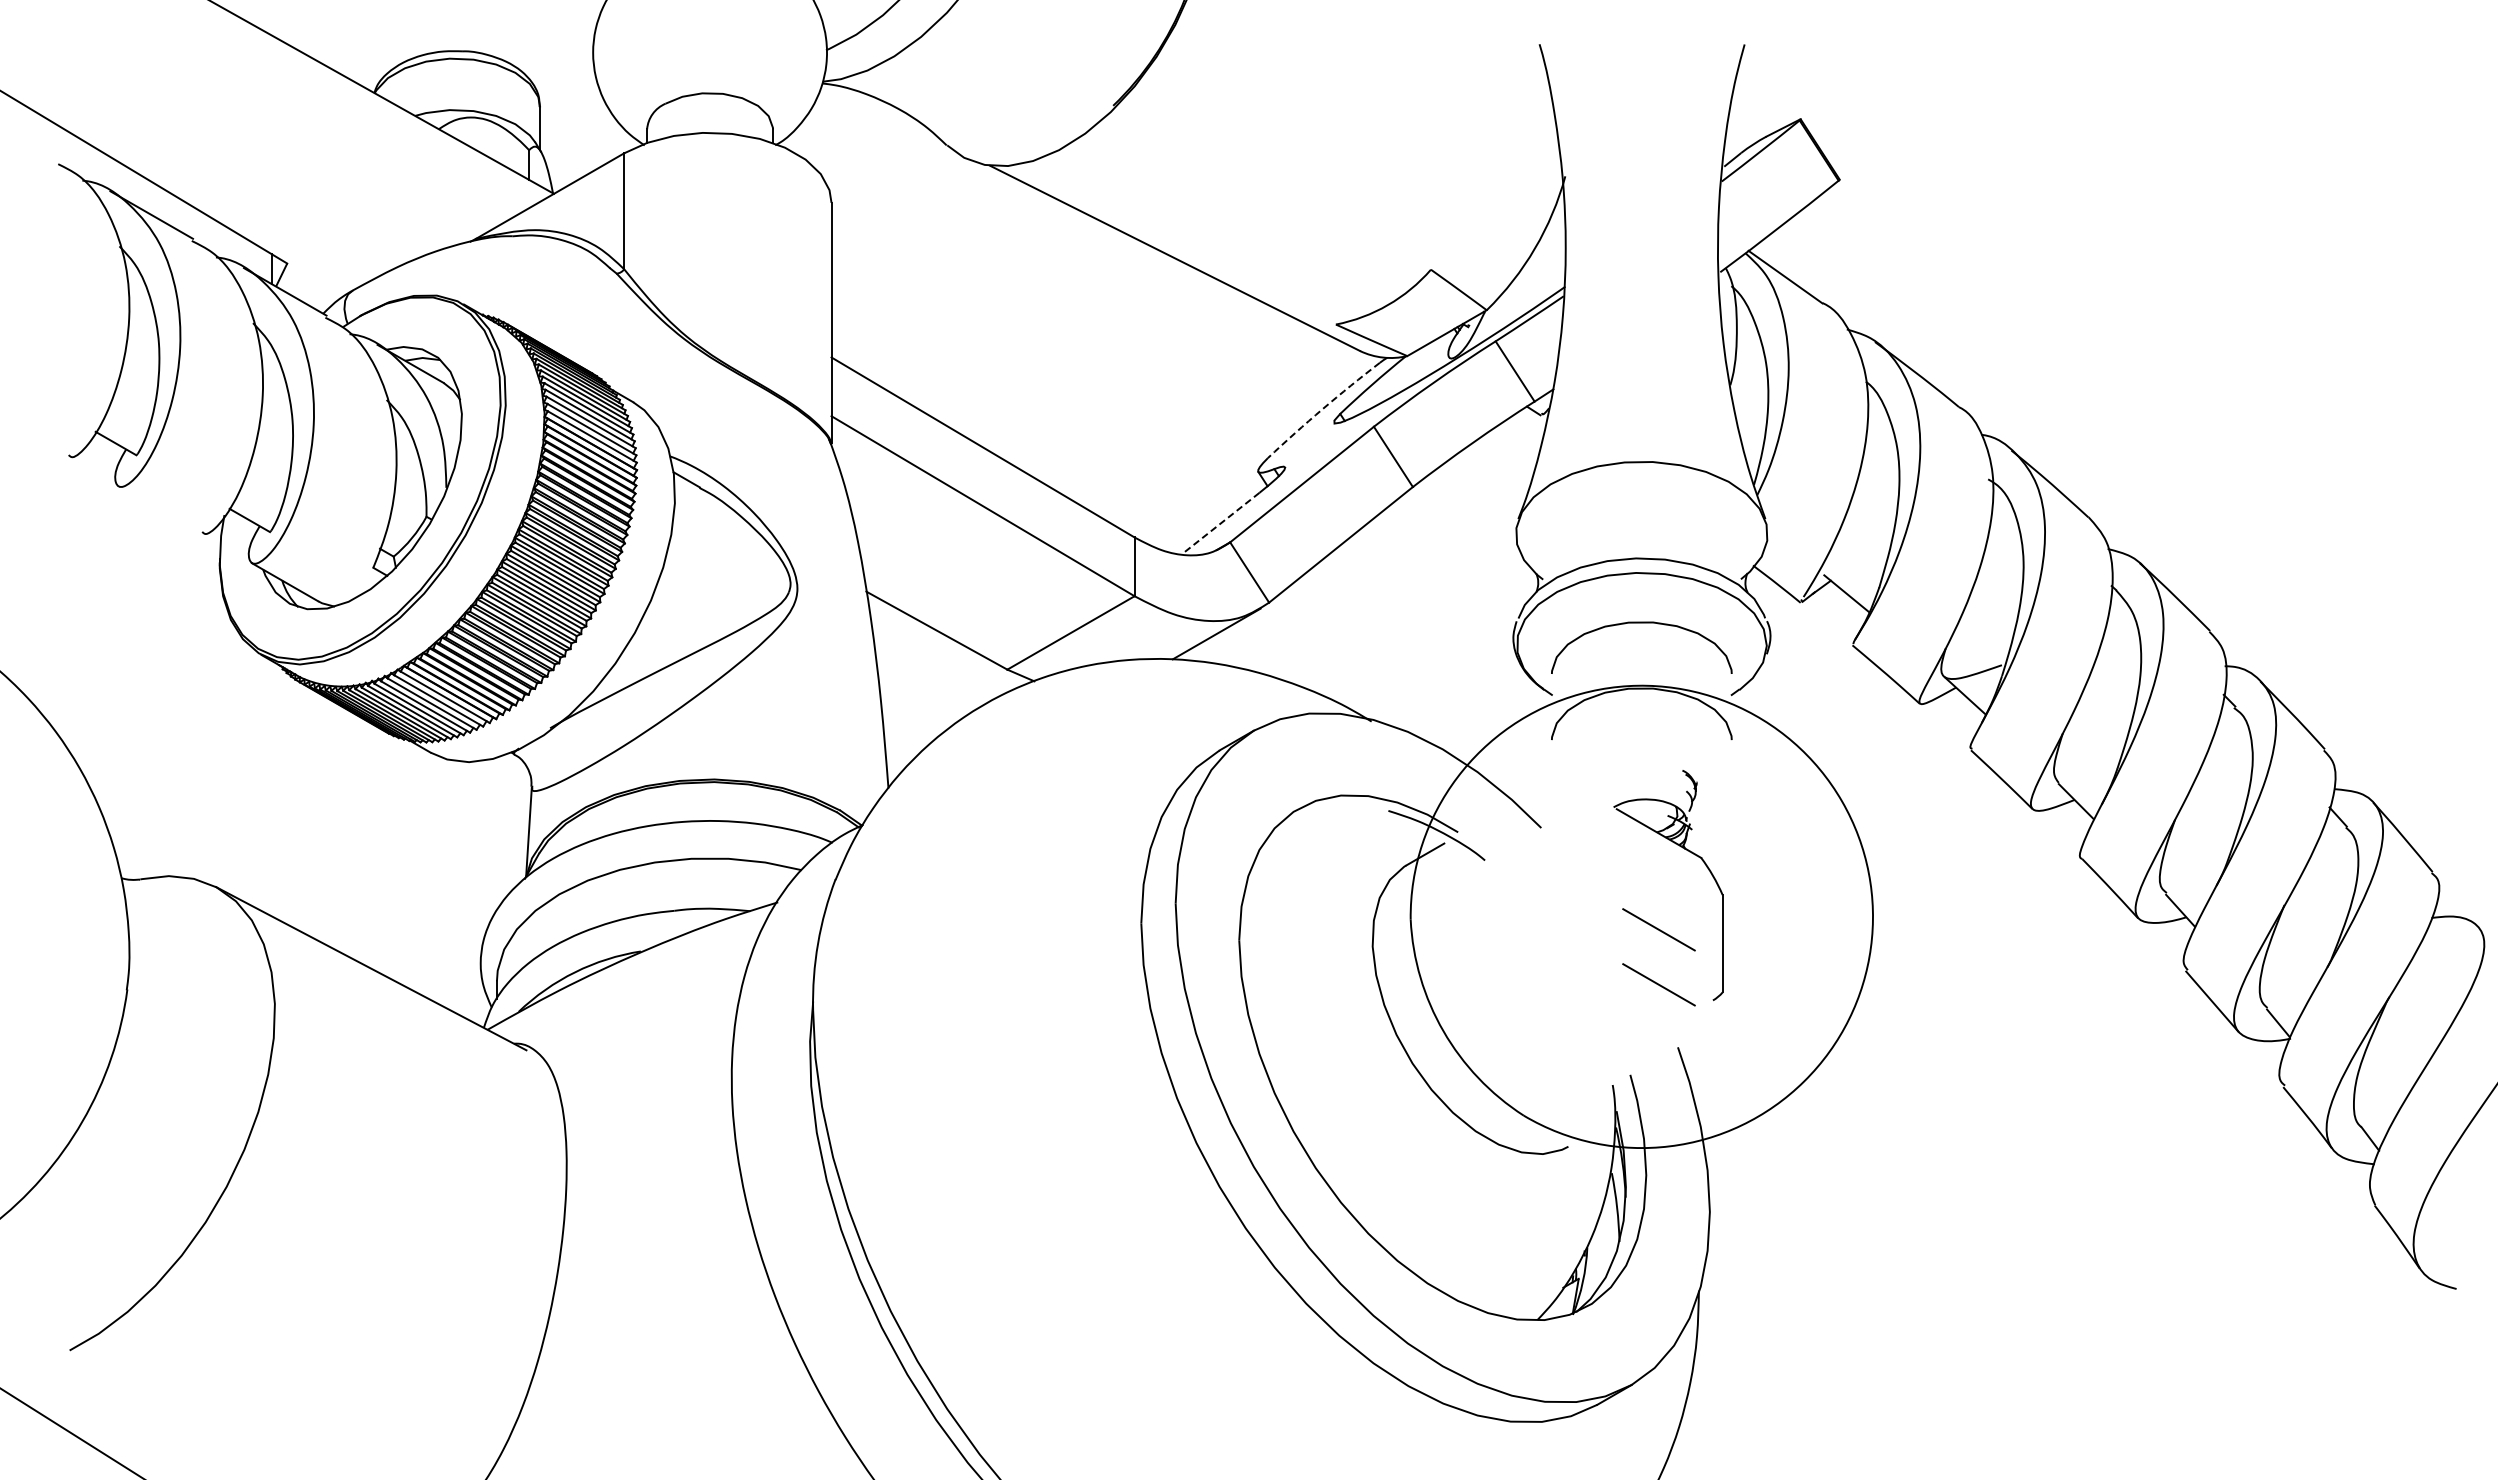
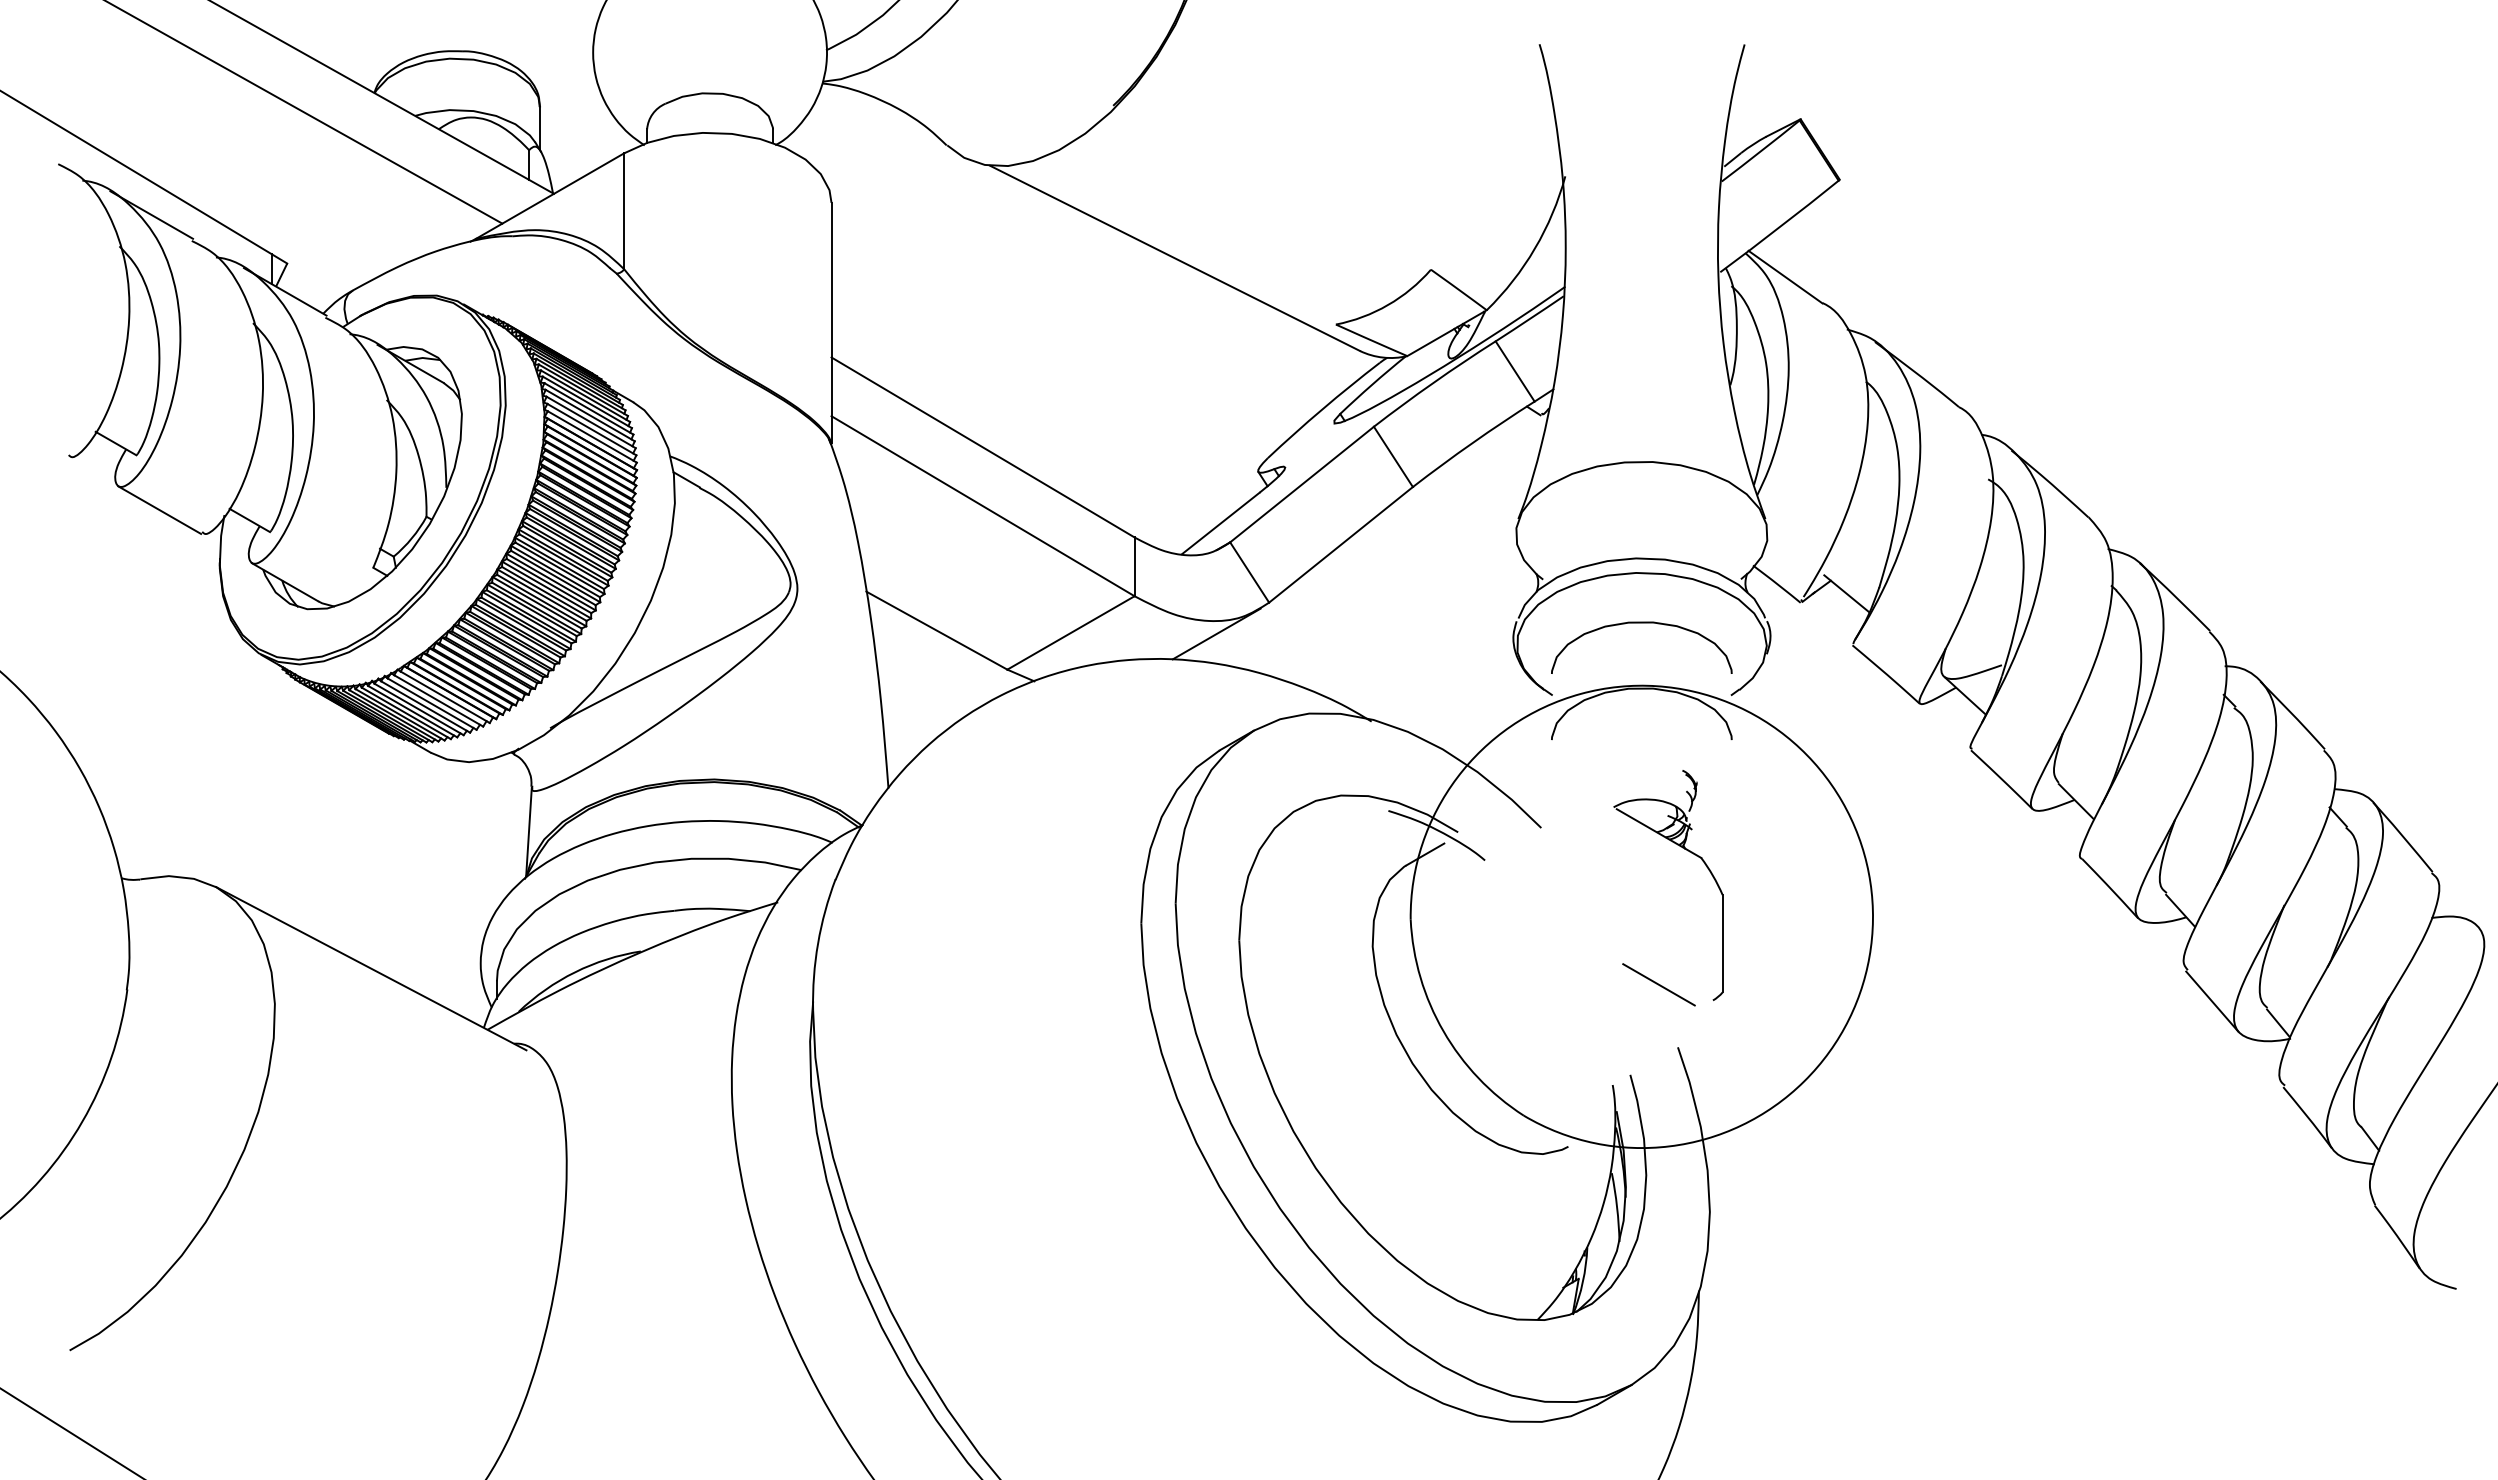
line at (305, 112): none -> present
arc at (1322, 409): dashed -> solid
line at (159, 509): none -> present
line at (1220, 523): dashed -> solid
line at (1658, 929): present -> none
